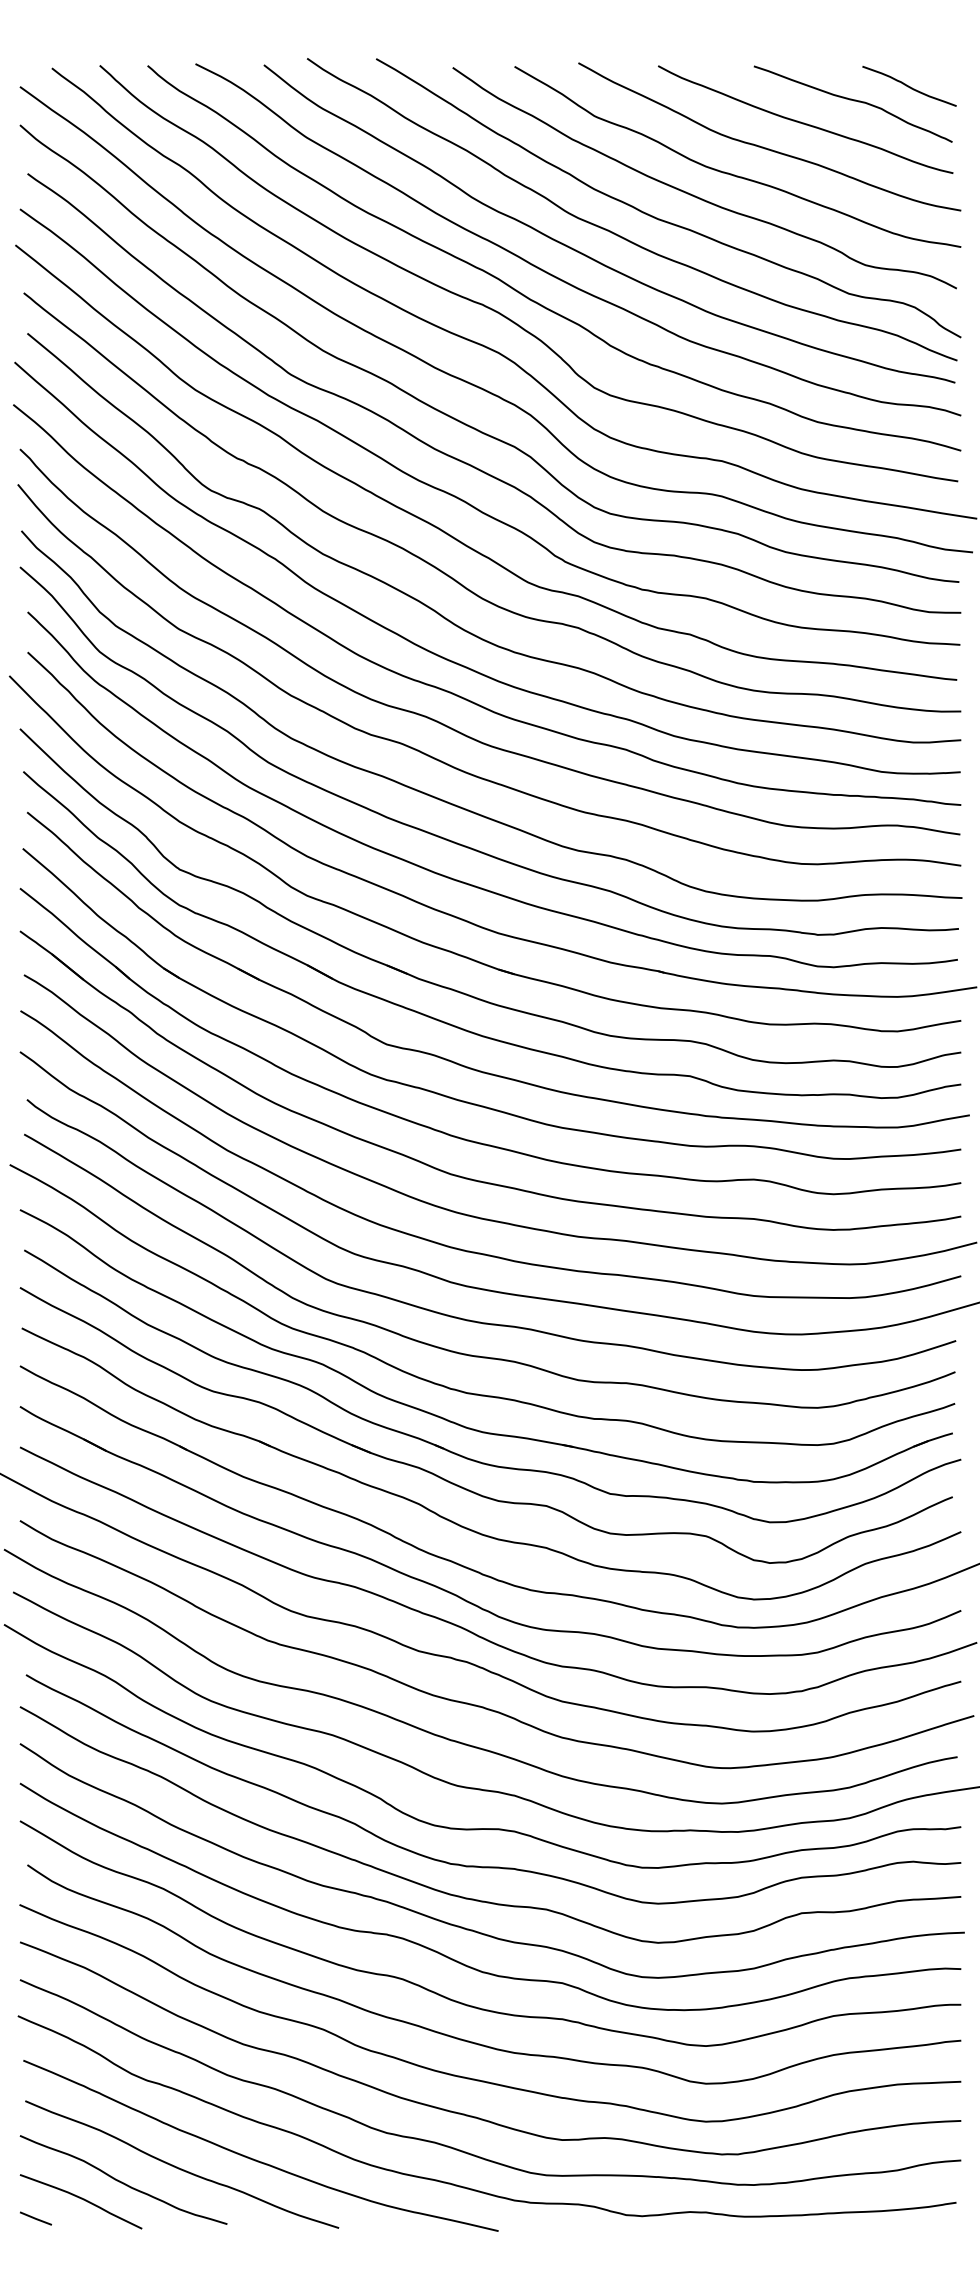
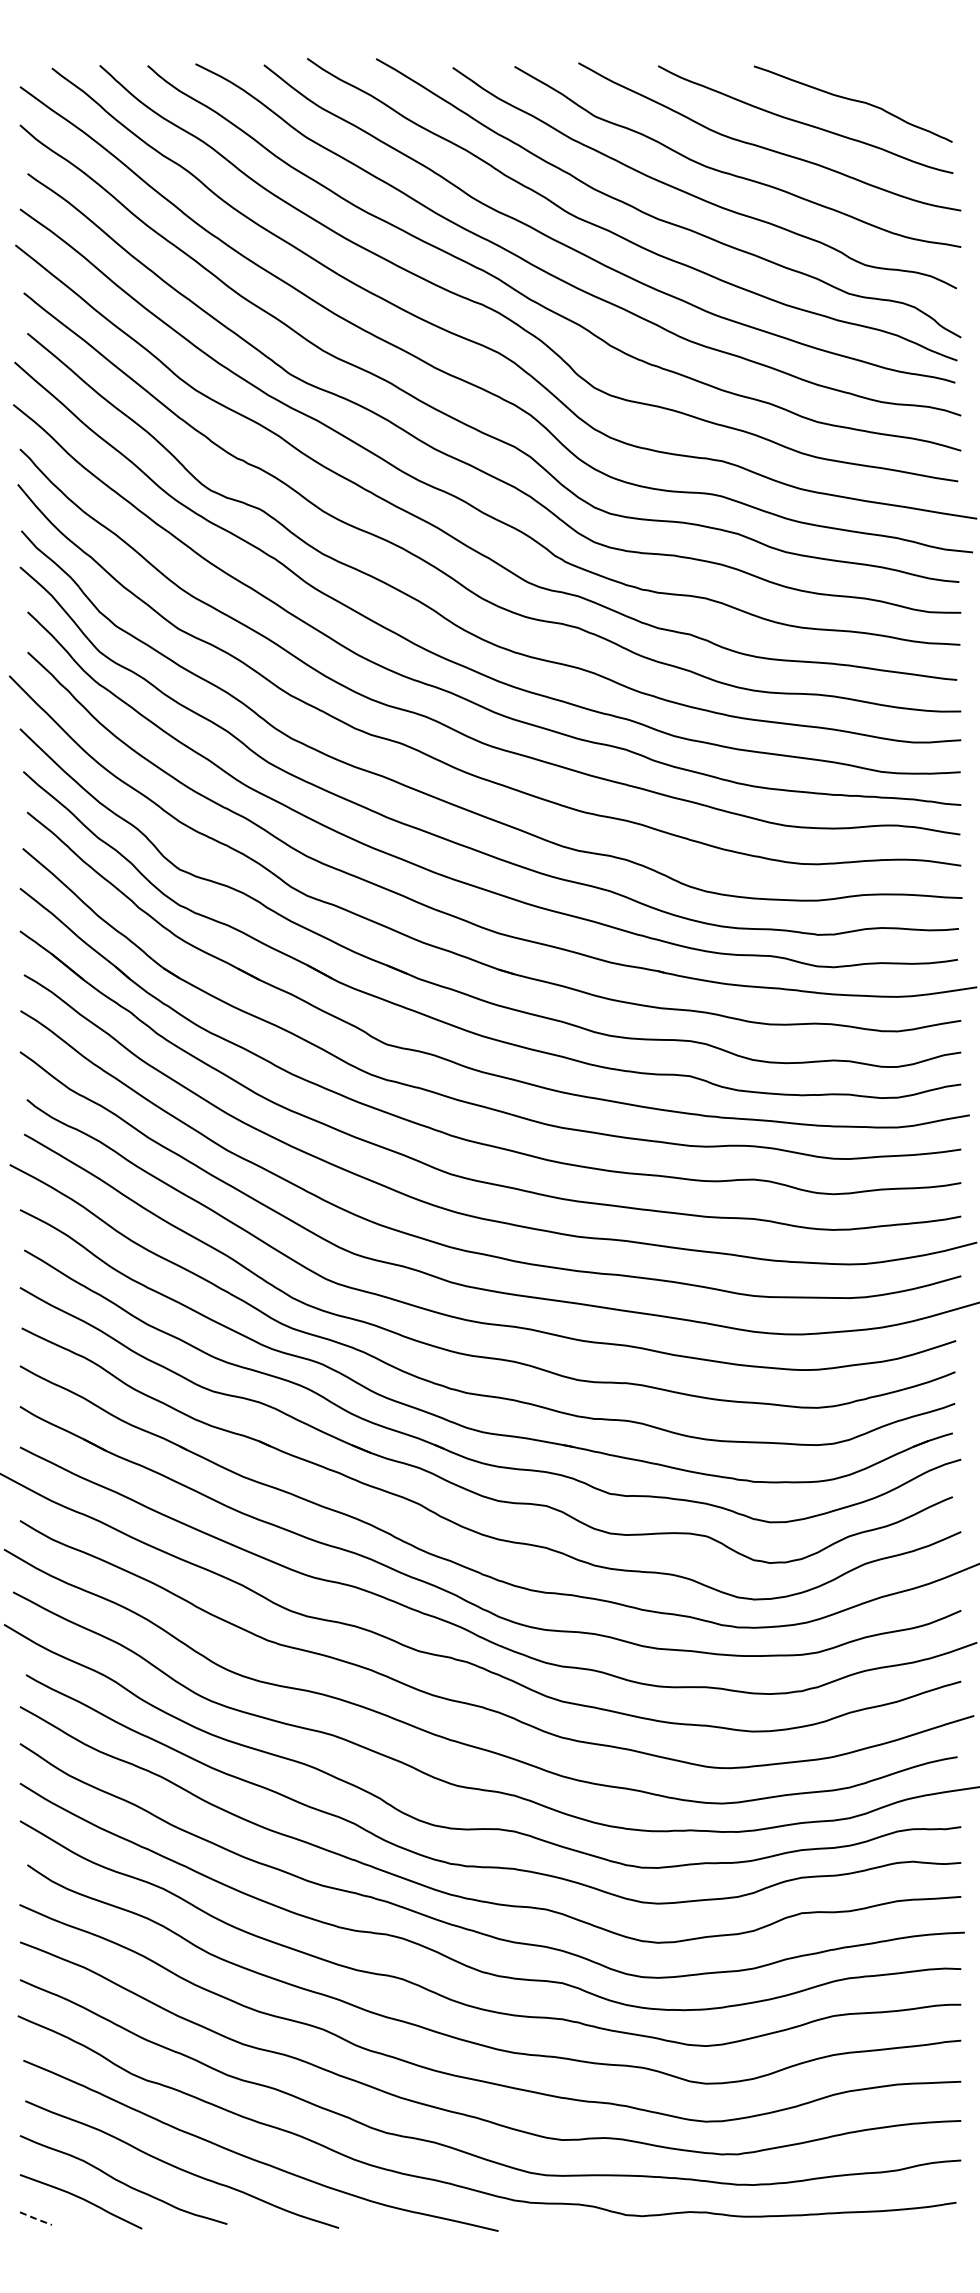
curve at (909, 86): present -> none
line at (35, 2218): solid -> dashed
